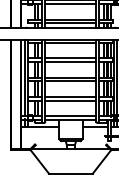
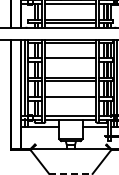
line at (70, 62): present -> none
line at (70, 100): present -> none
line at (70, 173): solid -> dashed
